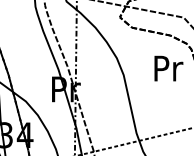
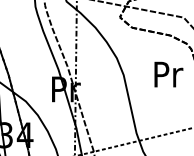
text at (168, 68) position: (168, 68) -> (168, 74)
